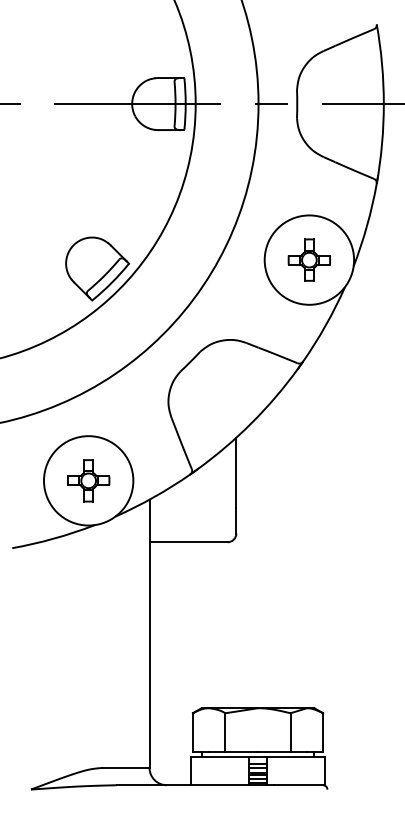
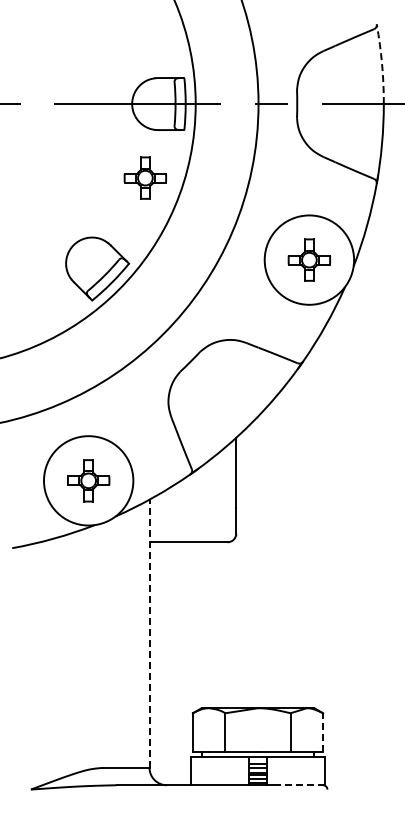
arc at (382, 64): solid -> dashed
part at (144, 177): none -> present
line at (149, 633): solid -> dashed
line at (323, 732): solid -> dashed
line at (299, 785): solid -> dashed
